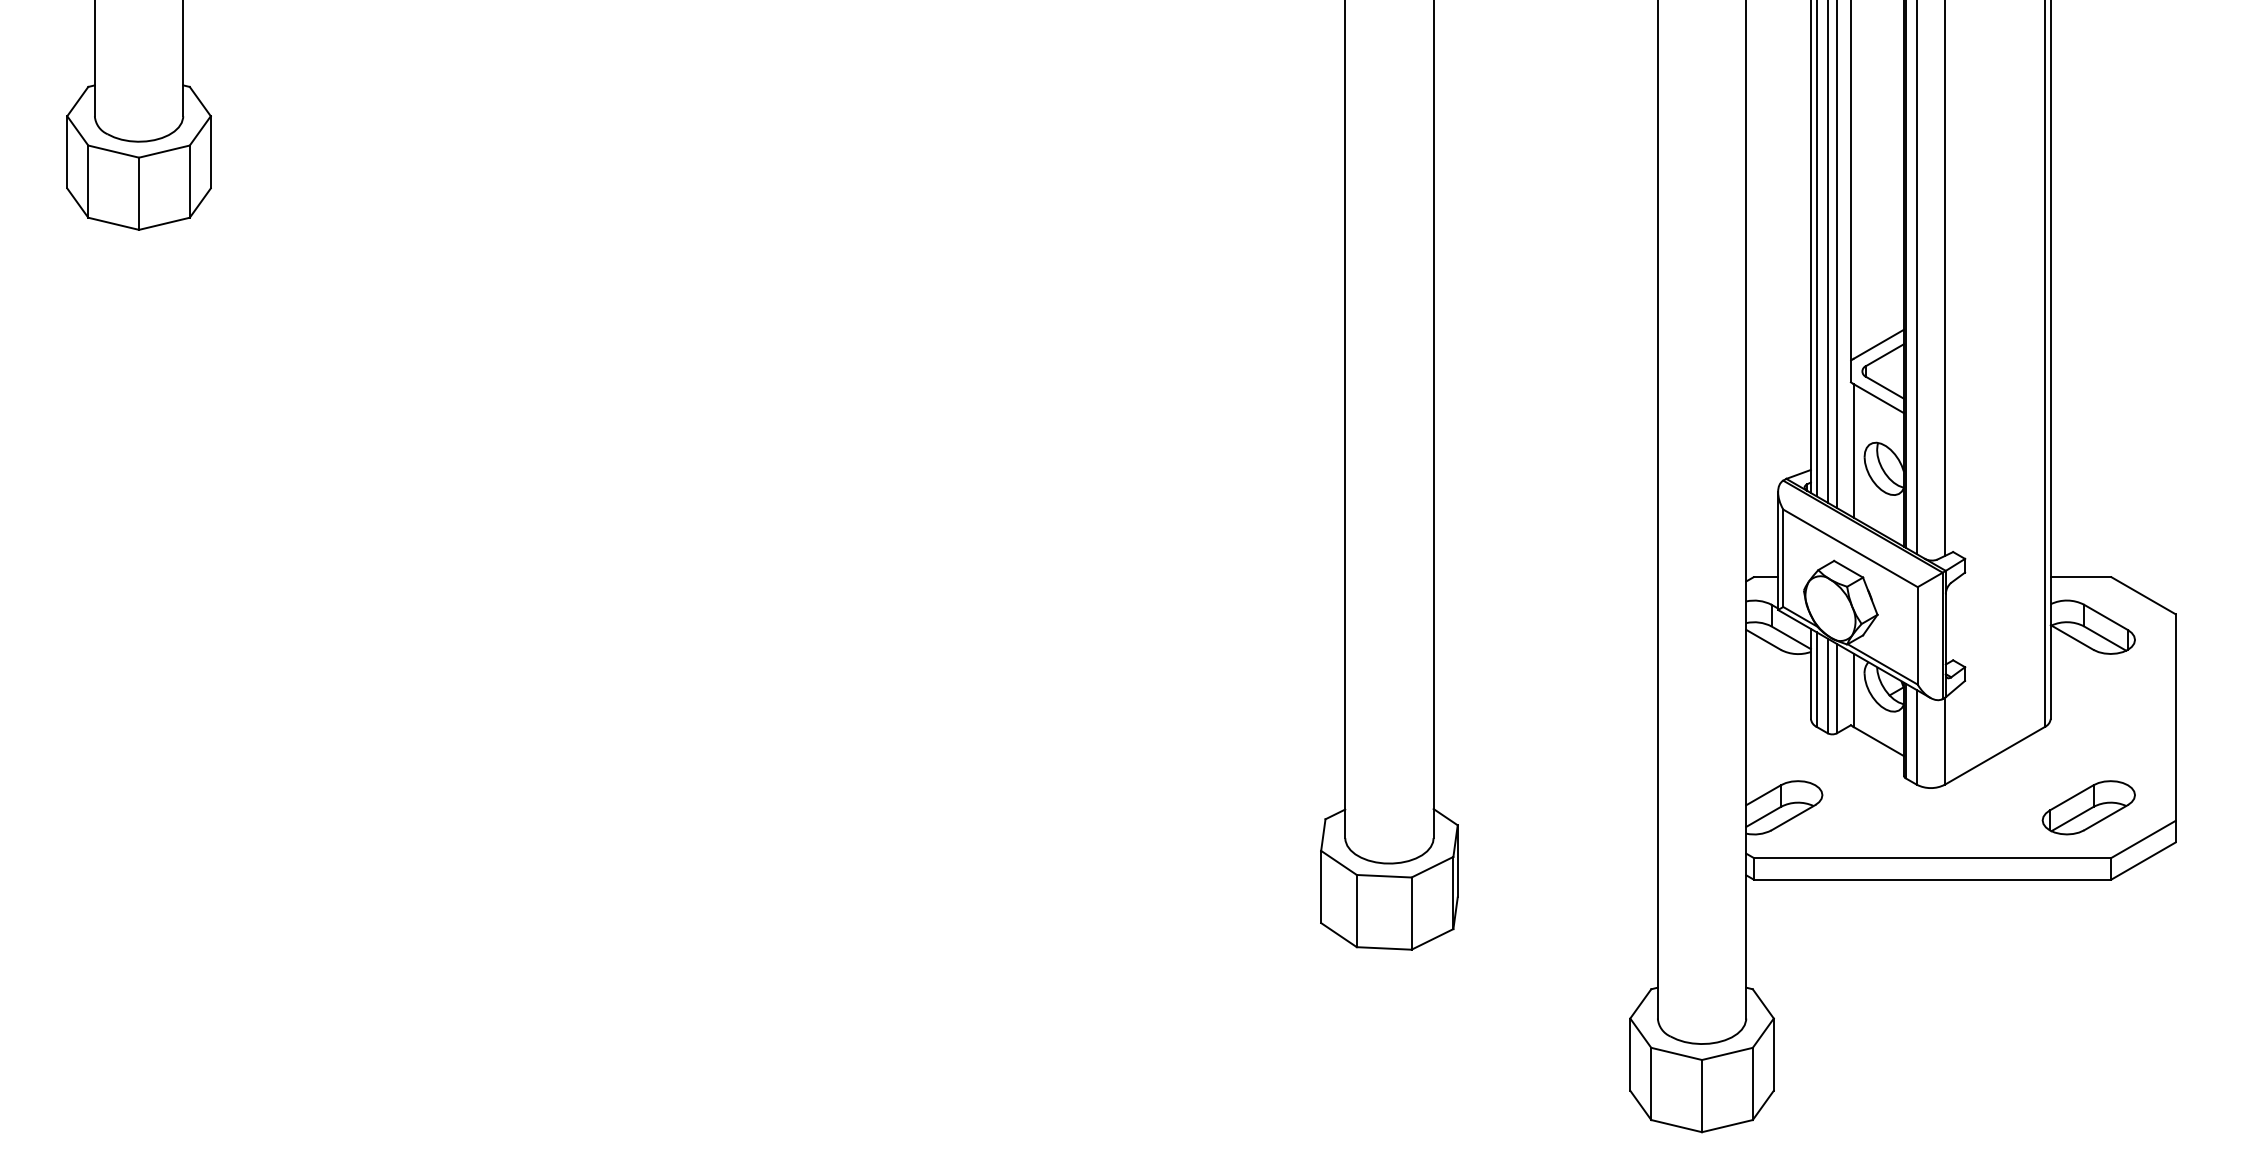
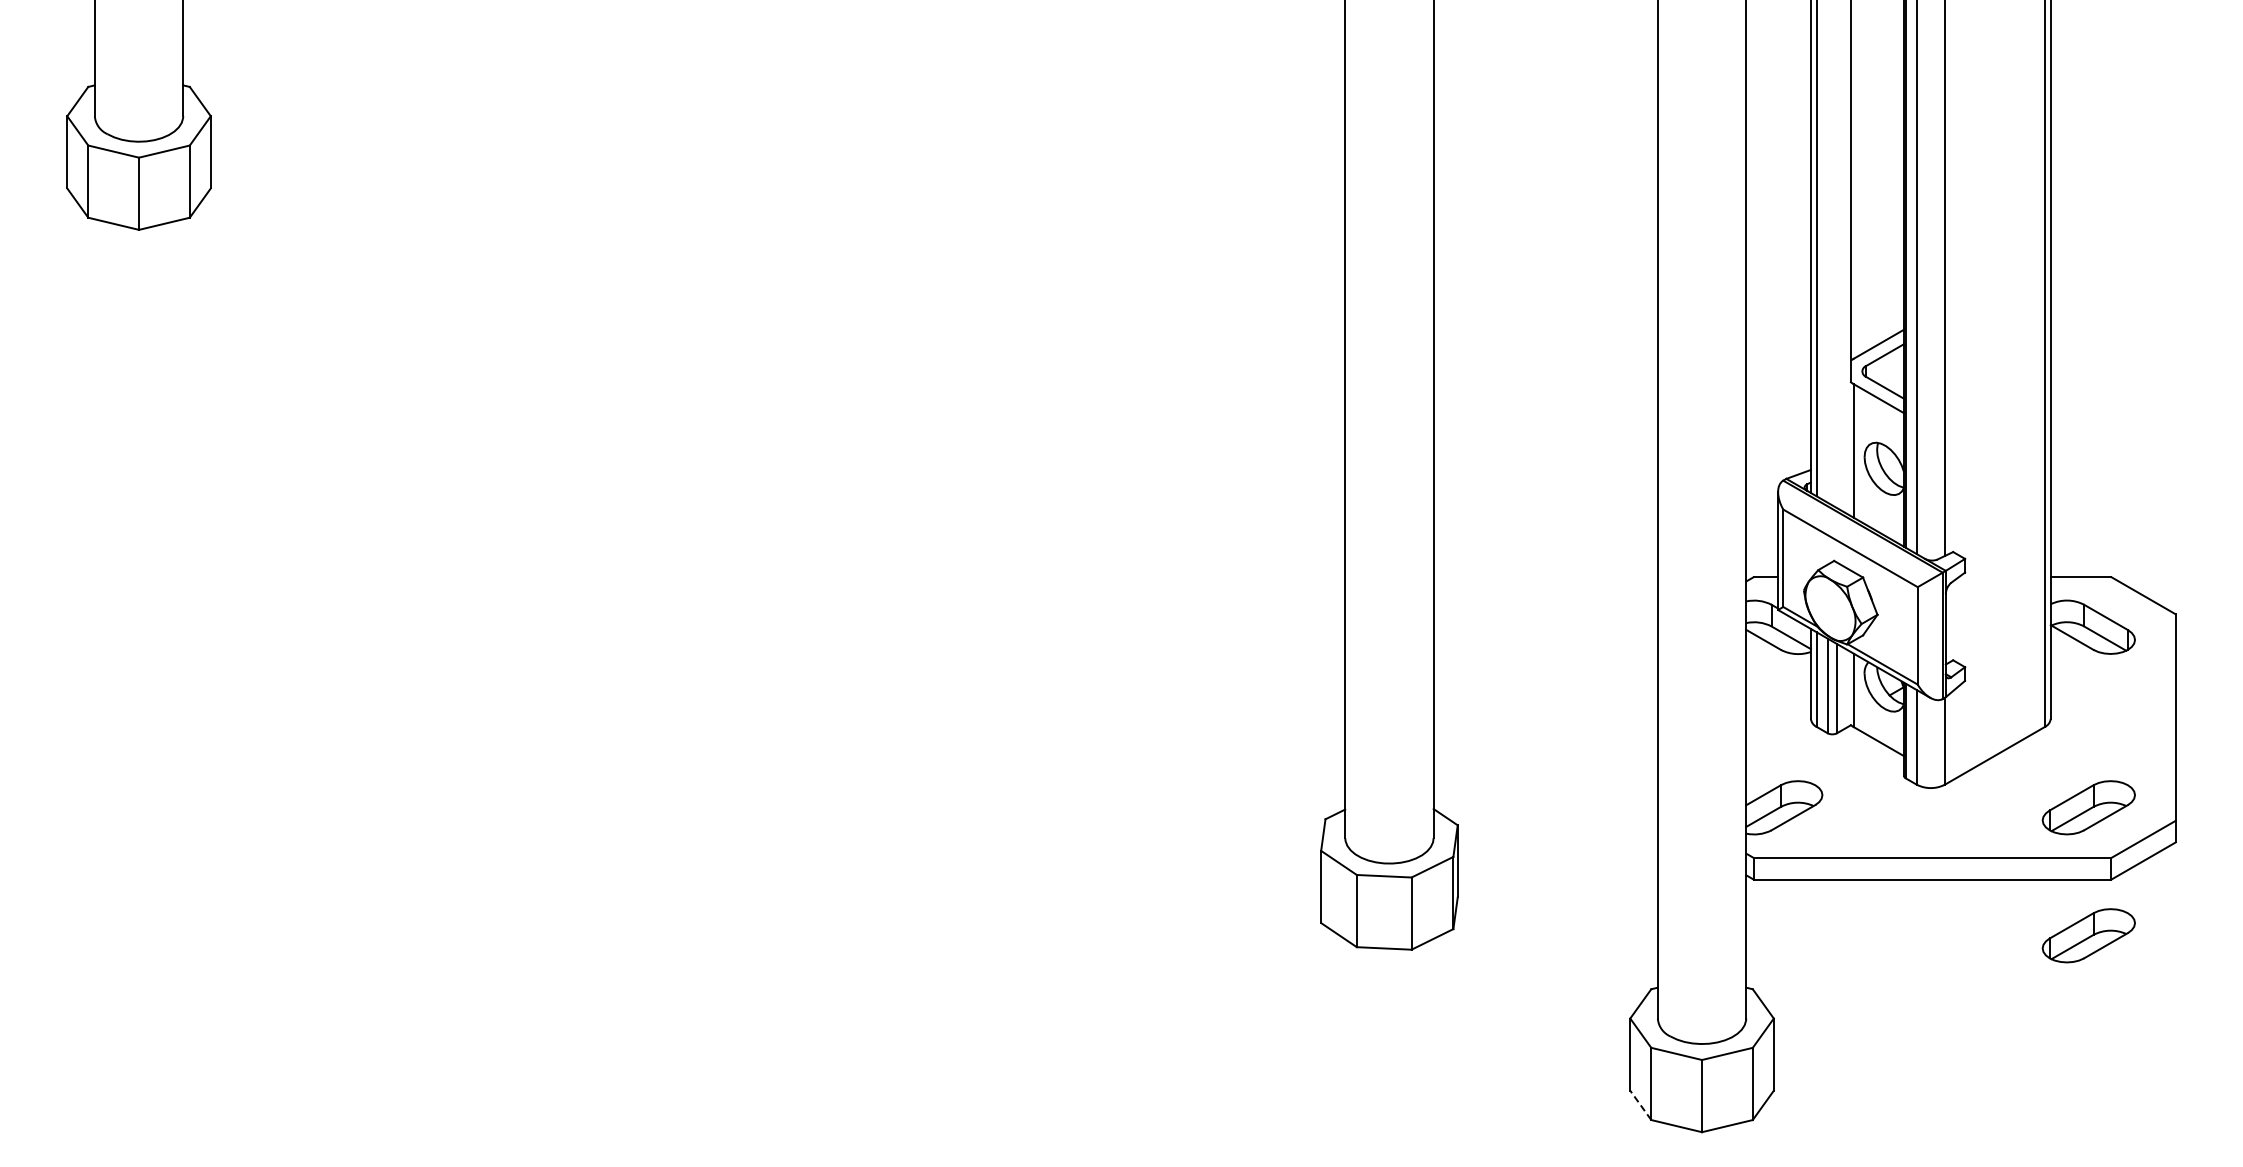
line at (1827, 252): present -> none
line at (1837, 255): present -> none
part at (2088, 935): none -> present
line at (1640, 1104): solid -> dashed
